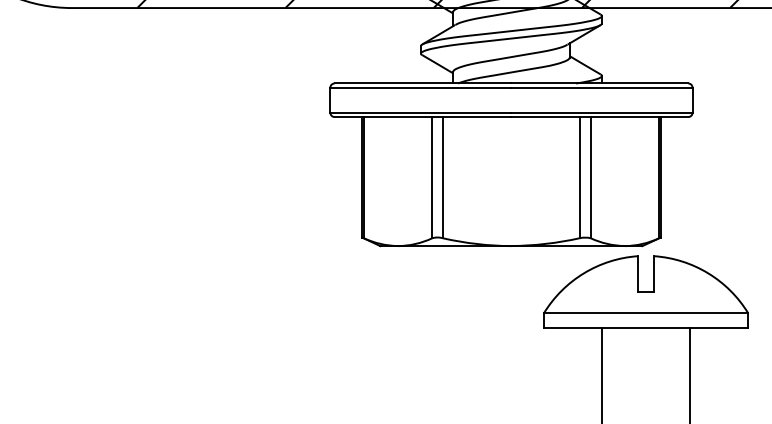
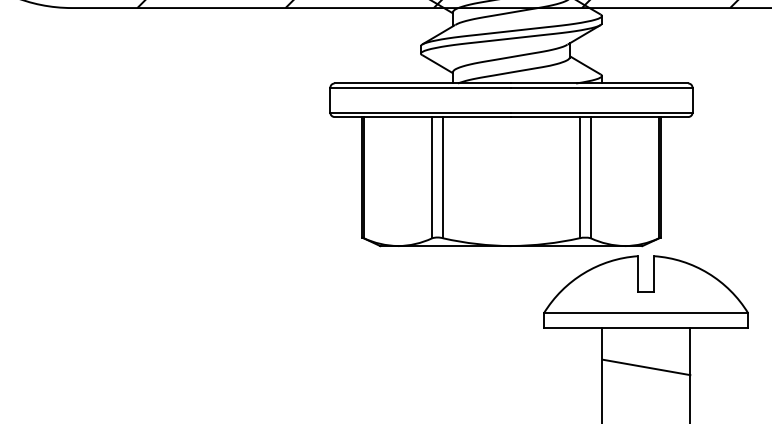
line at (646, 367): none -> present
